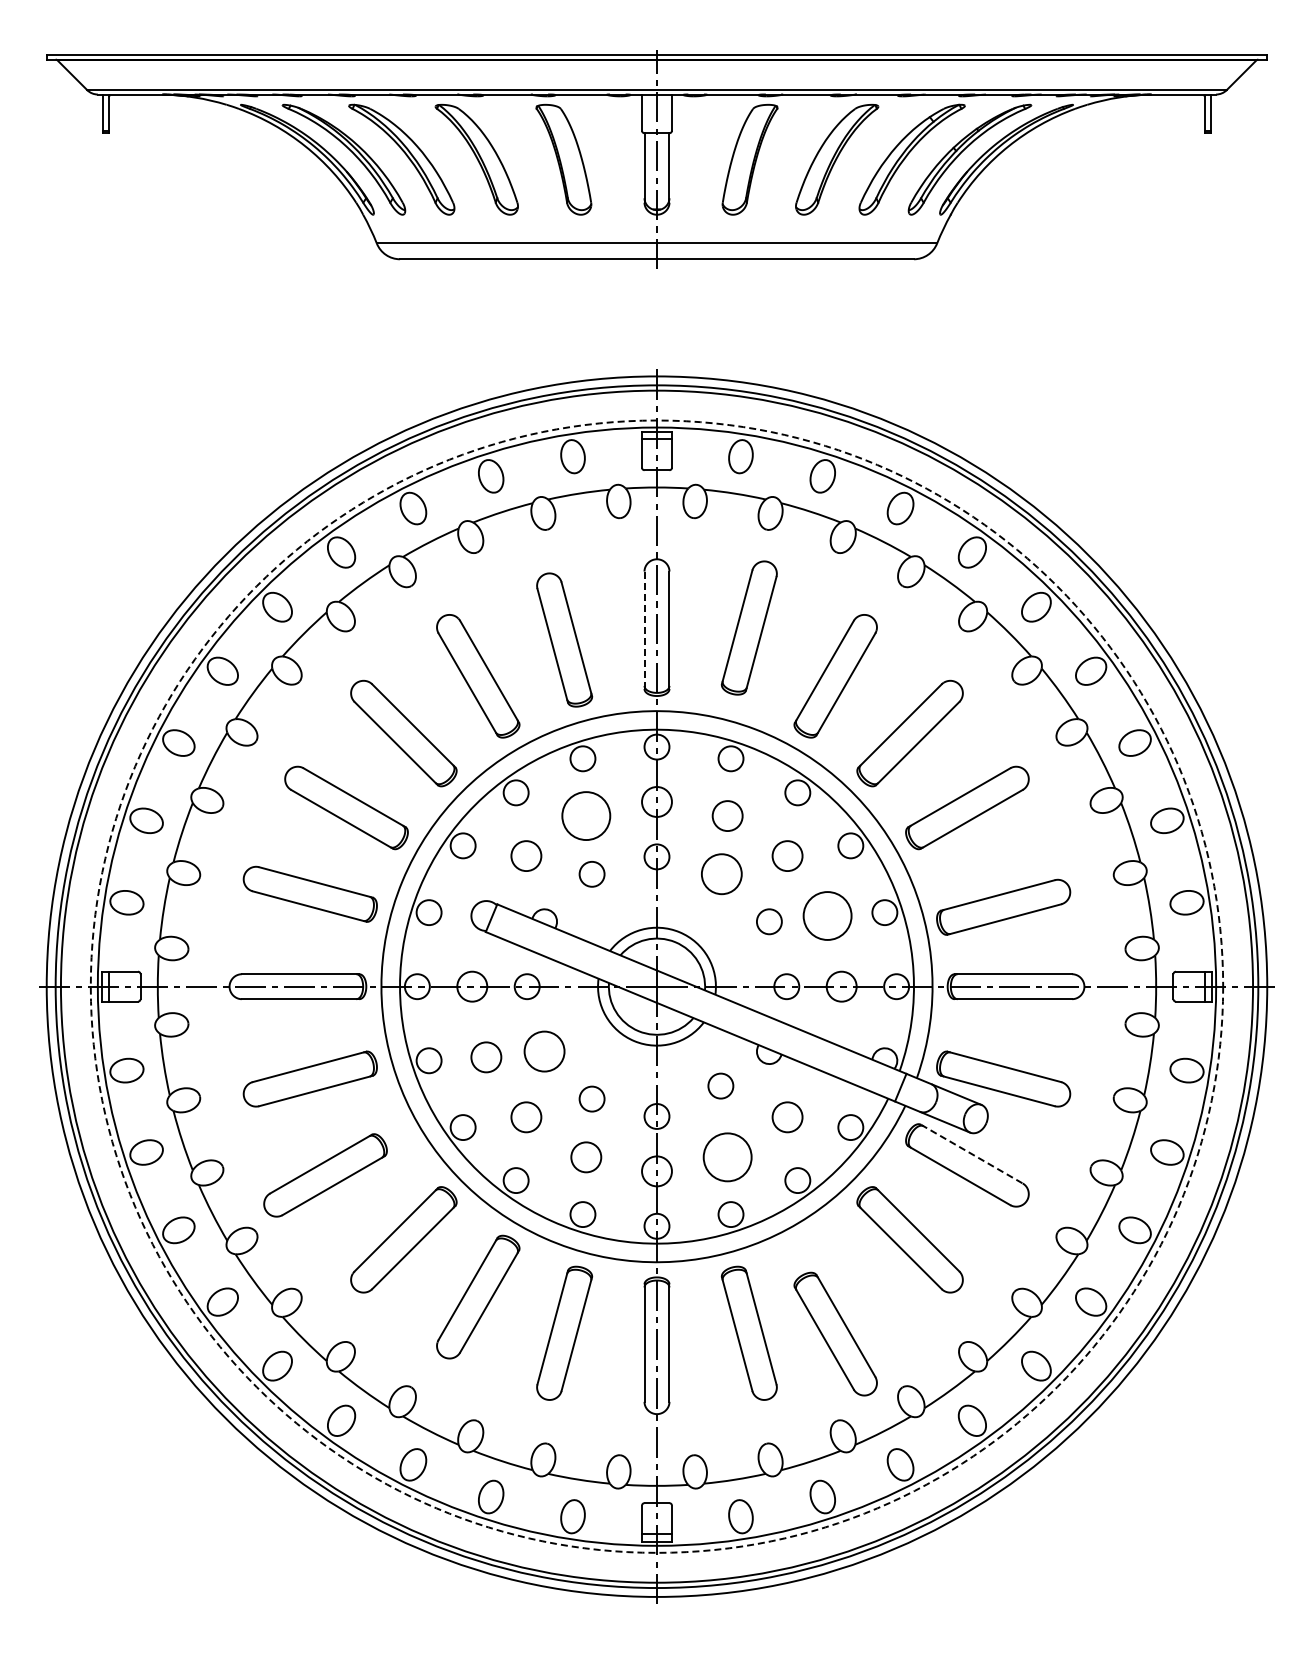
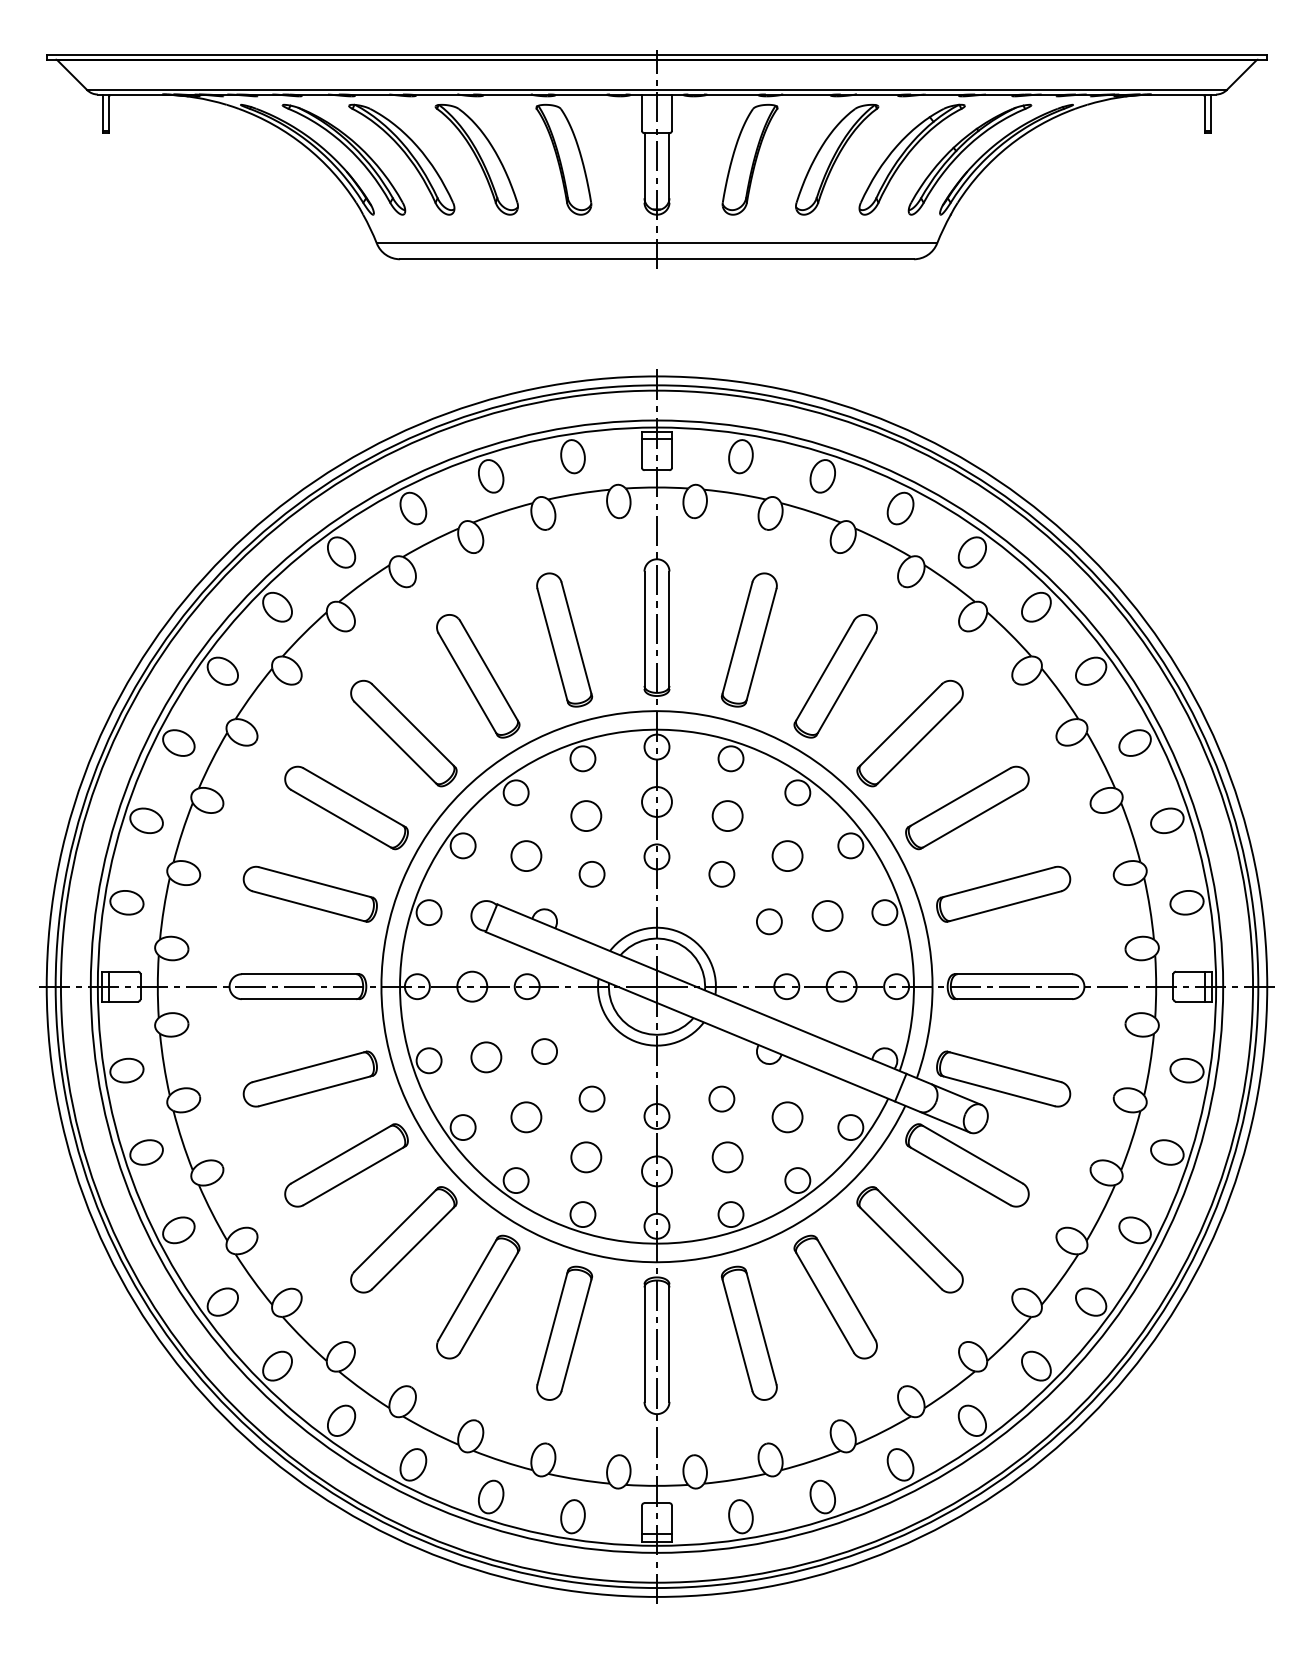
part at (748, 627) position: (748, 627) -> (748, 639)
line at (644, 630): dashed -> solid
circle at (586, 816) diameter: 48 px -> 30 px
circle at (721, 874) size: 42x43 px -> 28x27 px
part at (1003, 906) position: (1003, 906) -> (1003, 893)
circle at (827, 915) diameter: 48 px -> 30 px
circle at (656, 986): dashed -> solid
circle at (544, 1051) diameter: 40 px -> 25 px
circle at (720, 1085) position: (720, 1085) -> (721, 1098)
line at (971, 1154): dashed -> solid
circle at (727, 1157) diameter: 48 px -> 30 px
part at (325, 1175) position: (325, 1175) -> (346, 1165)
part at (835, 1333) position: (835, 1333) -> (835, 1296)
